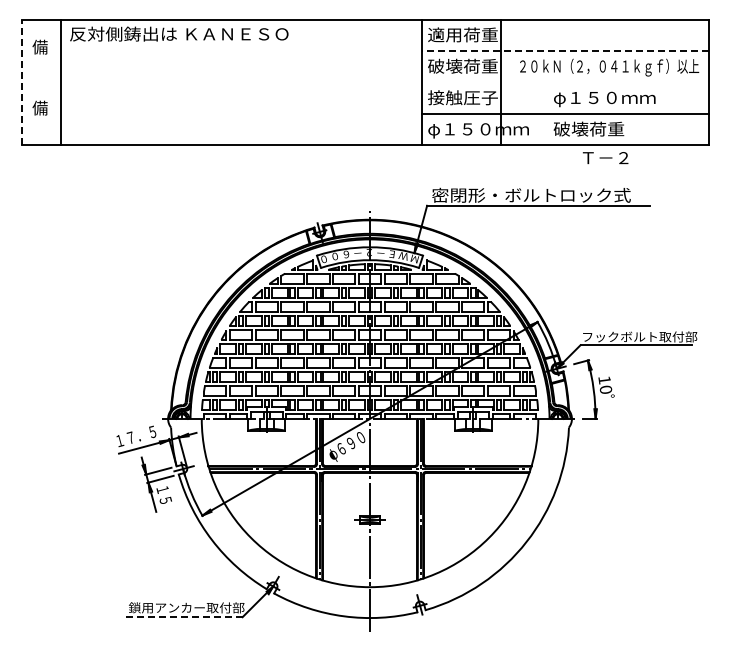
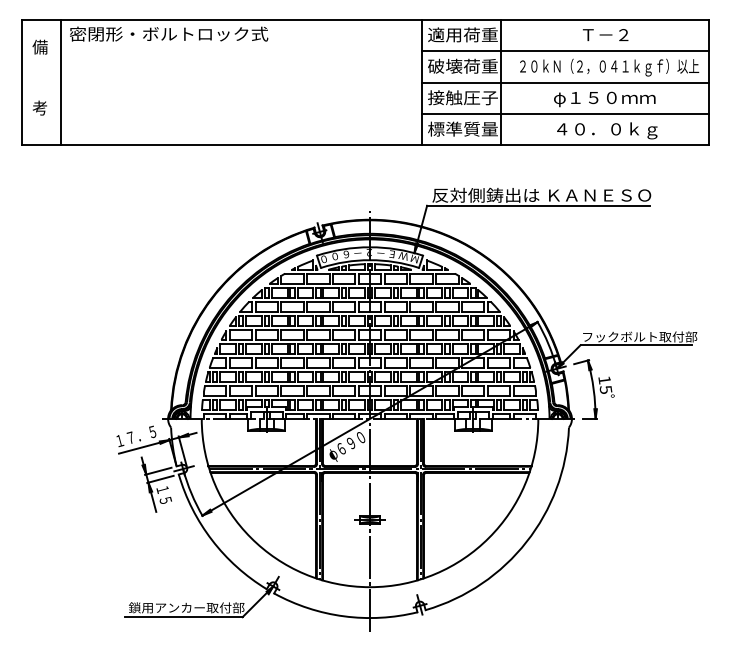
text at (179, 33): 反対側鋳出は ＫＡＮＥＳＯ -> 密閉形・ボルトロック式
line at (565, 51): dashed -> solid
line at (21, 82): dashed -> solid
line at (565, 82): none -> present
text at (39, 107): 備 -> 考
text at (478, 129): φ１５０ｍｍ -> 標準質量
text at (605, 130): 破壊荷重 -> ４０．０ｋｇ
text at (605, 158) position: (605, 158) -> (605, 35)
text at (541, 194): 密閉形・ボルトロック式 -> 反対側鋳出は ＫＡＮＥＳＯ
text at (605, 389): 10 -> 15
line at (183, 617): dashed -> solid
